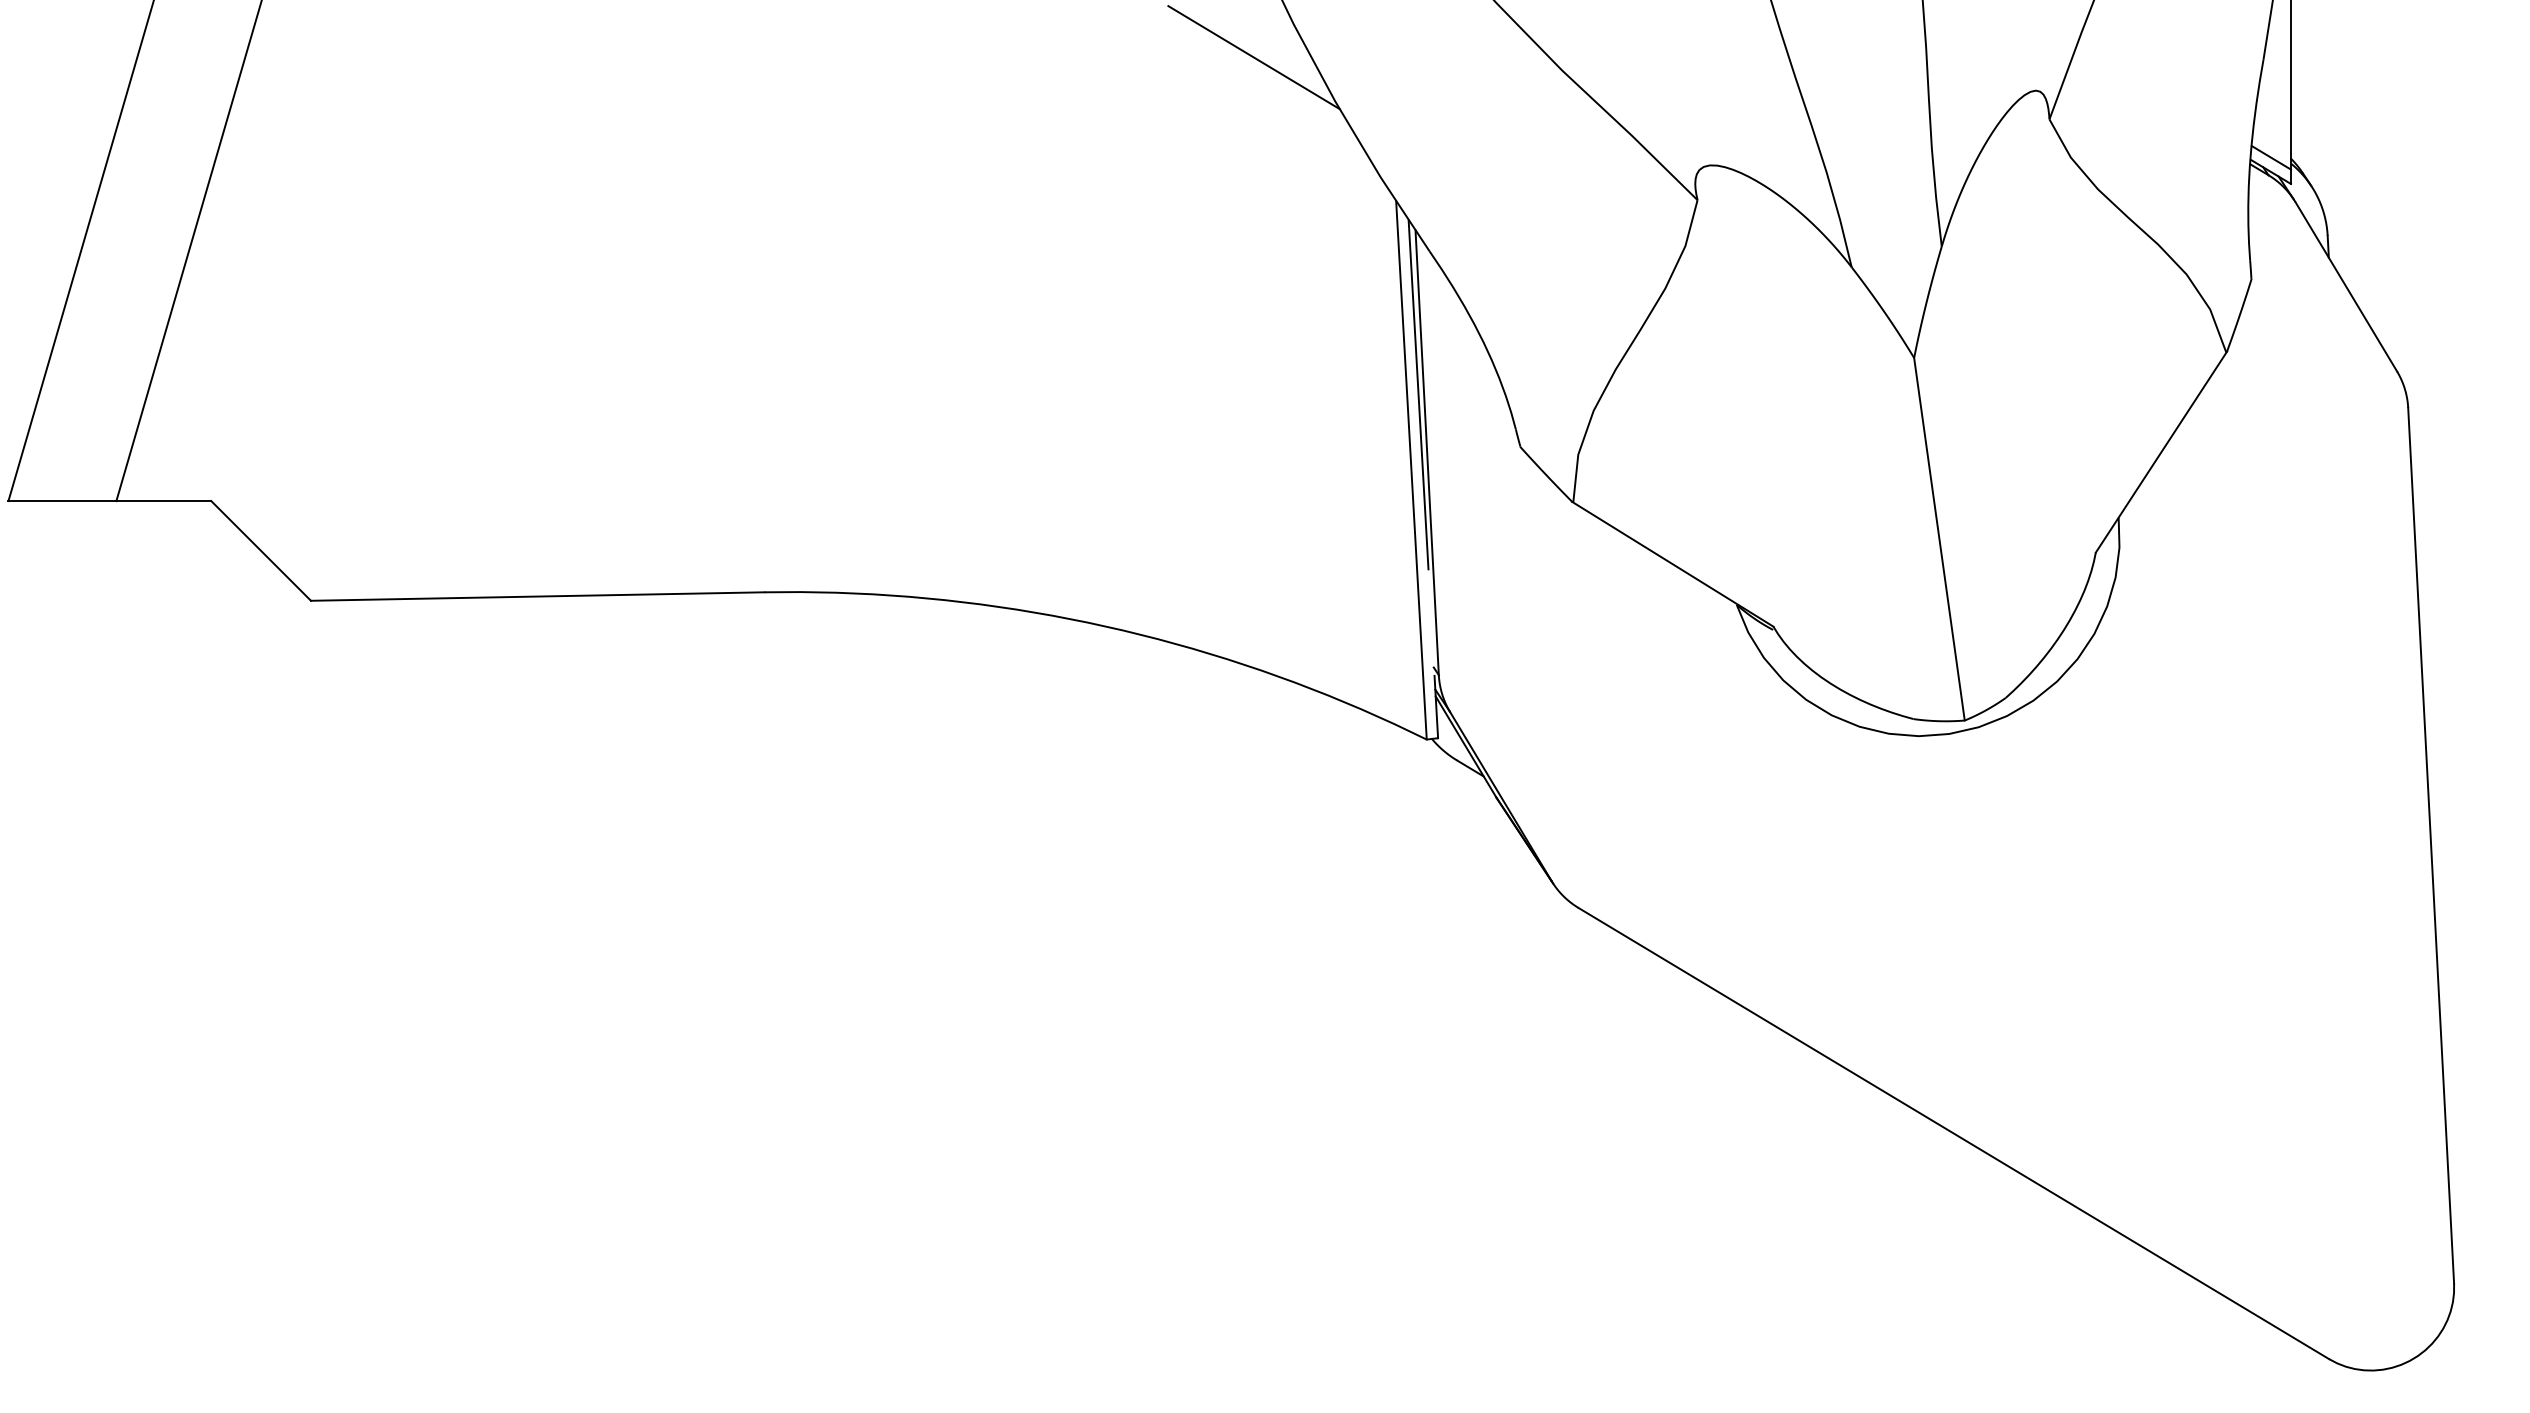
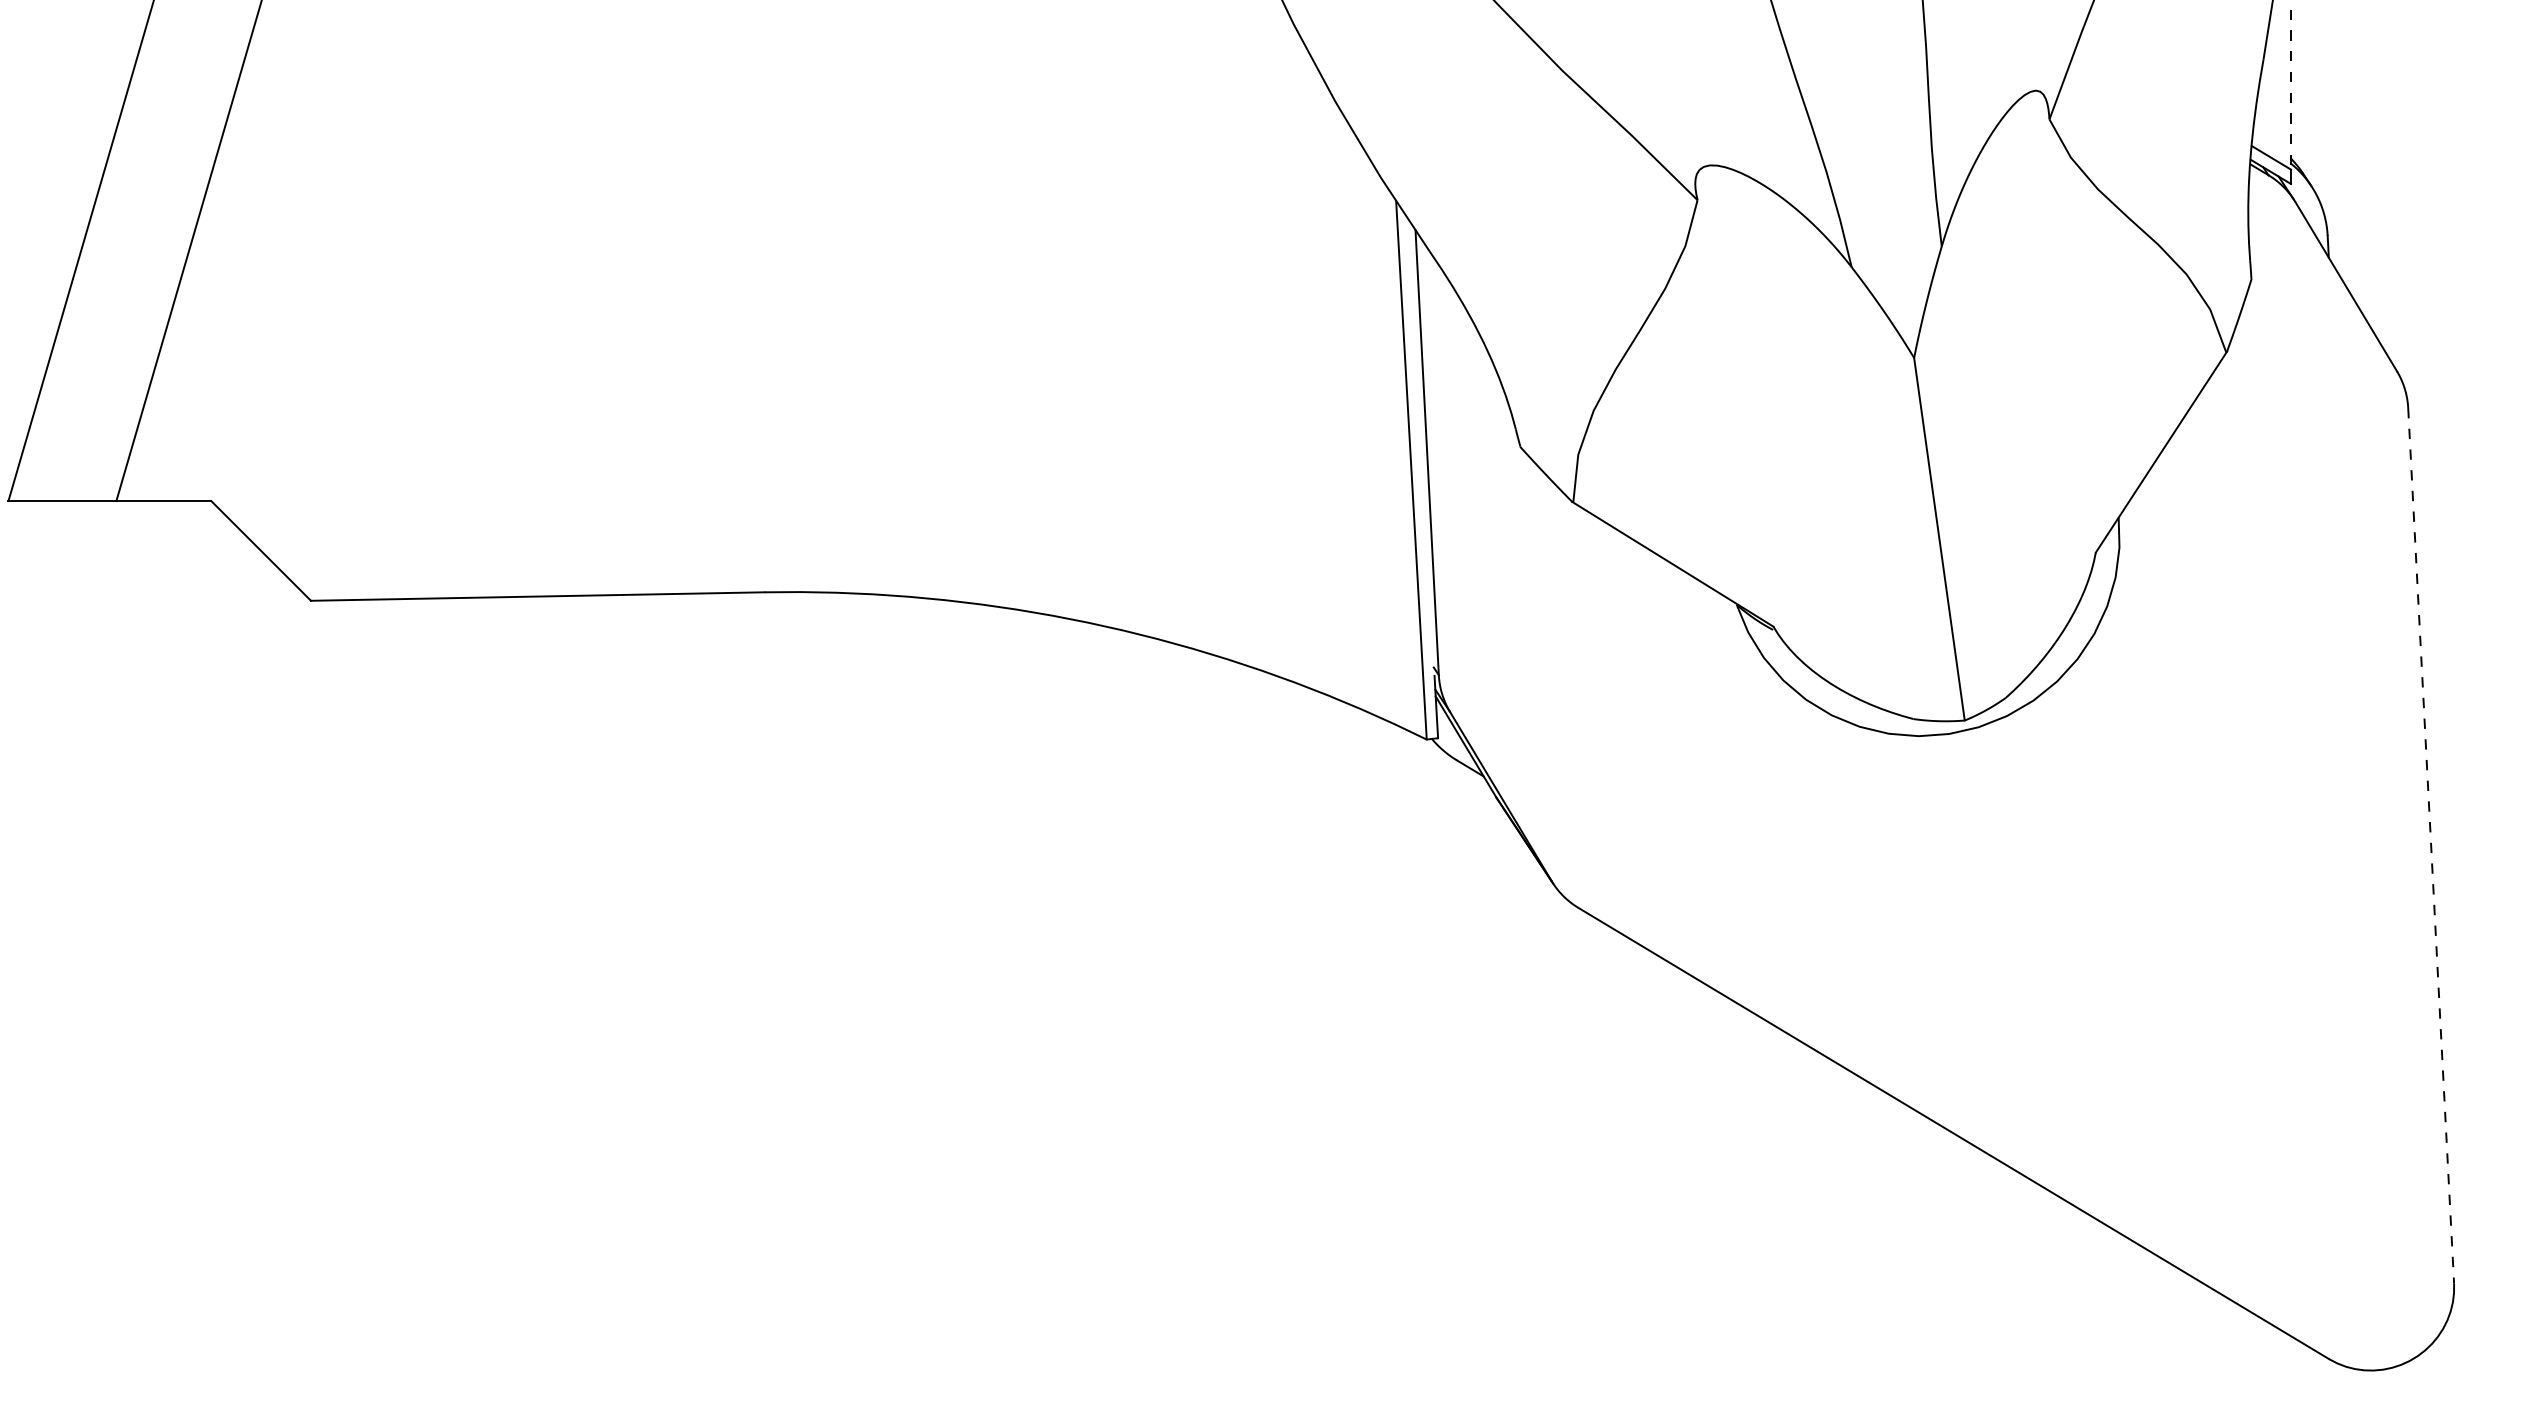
line at (1253, 57): present -> none
line at (2291, 85): solid -> dashed
line at (1418, 394): present -> none
line at (2431, 846): solid -> dashed
